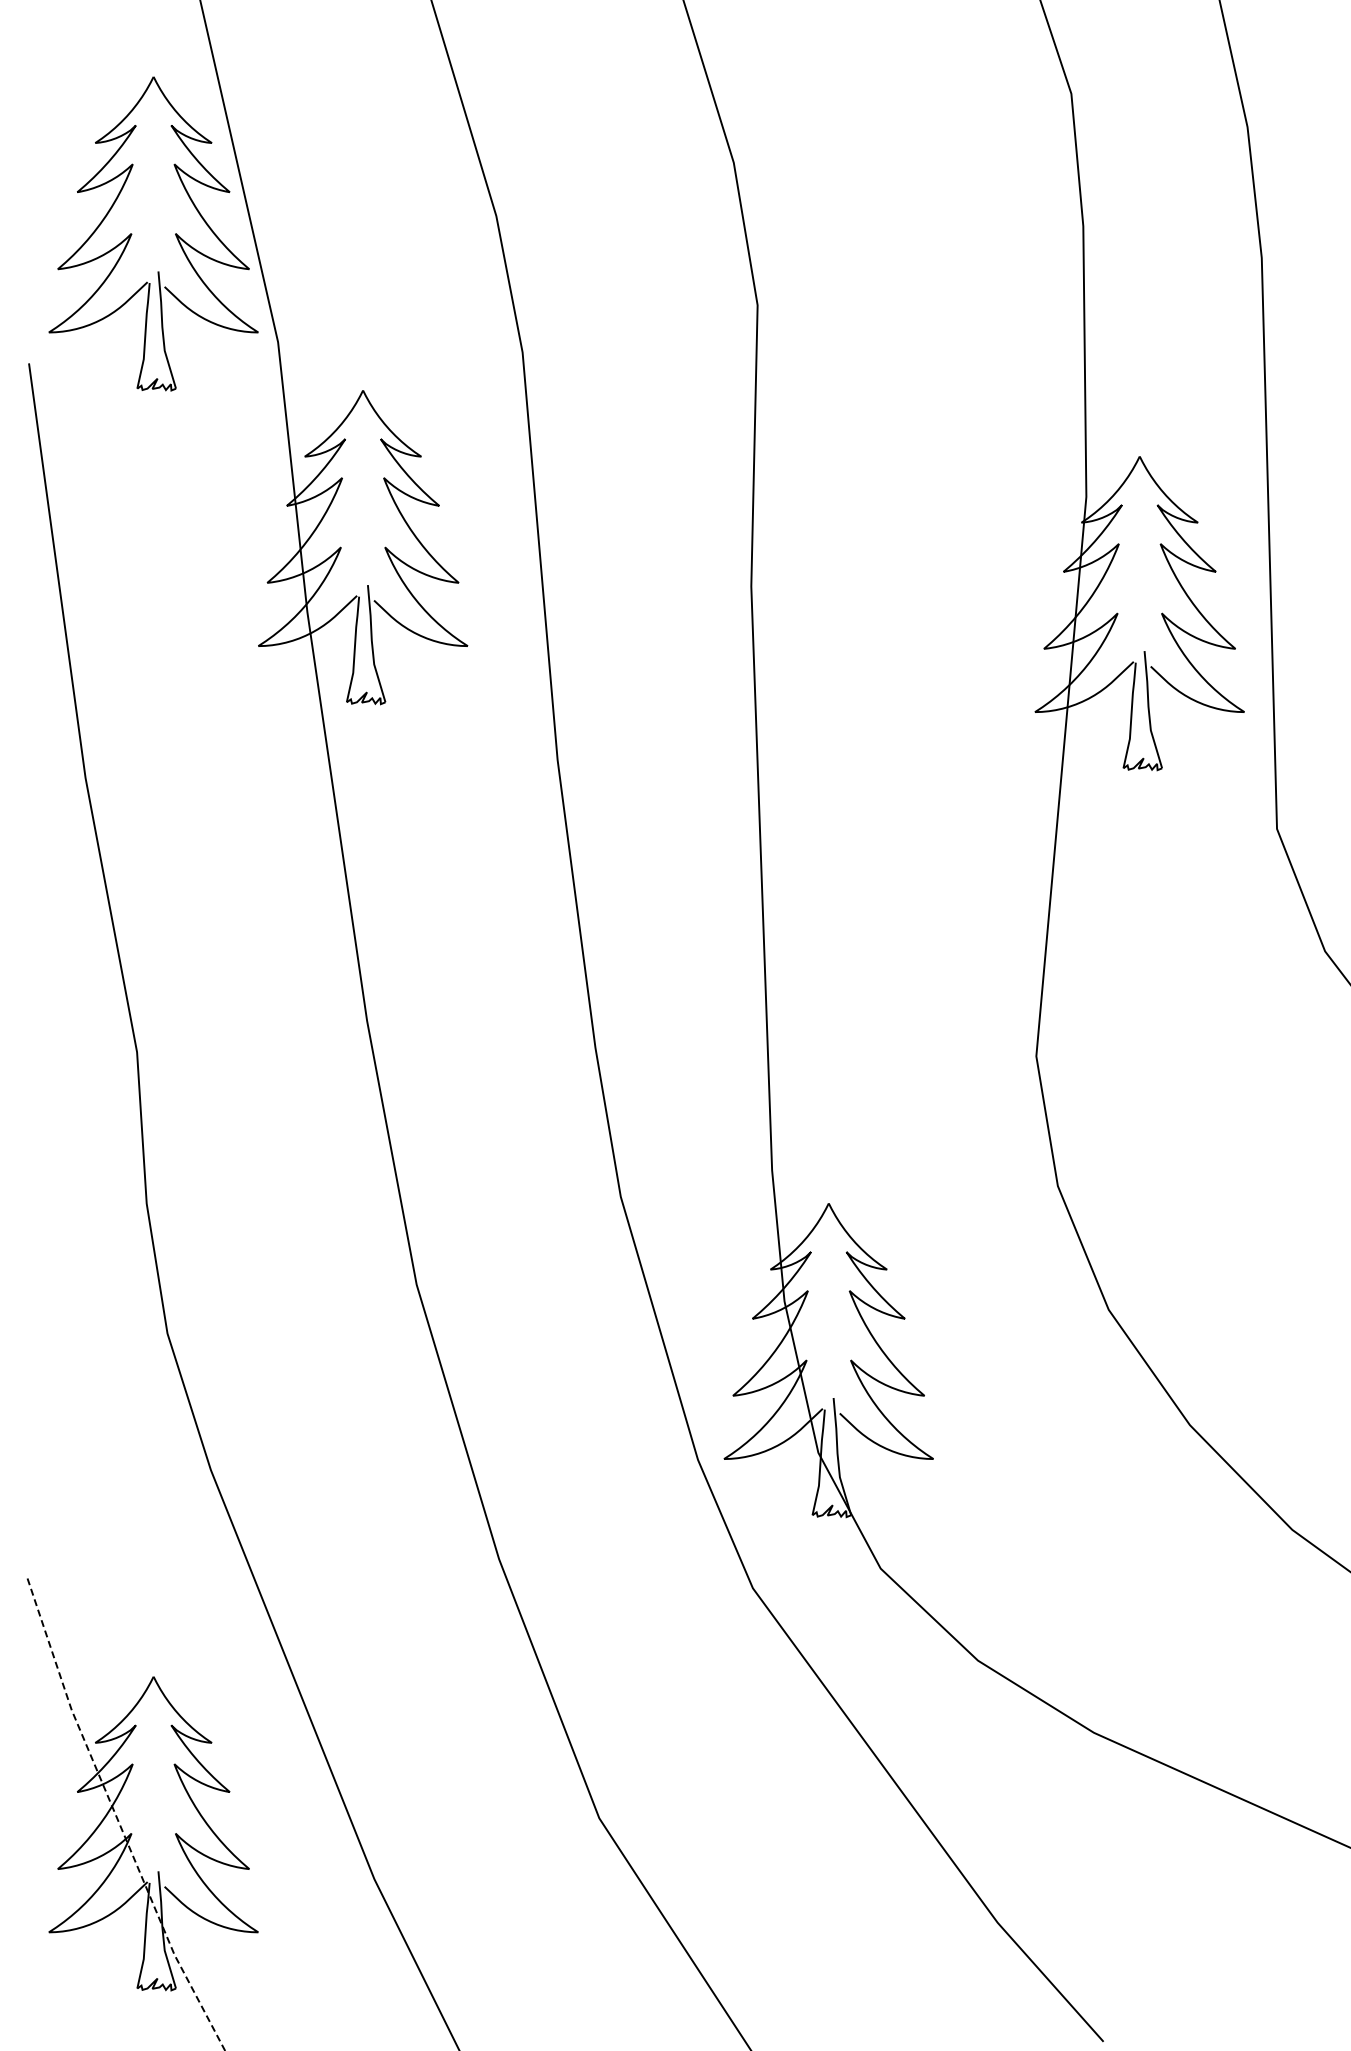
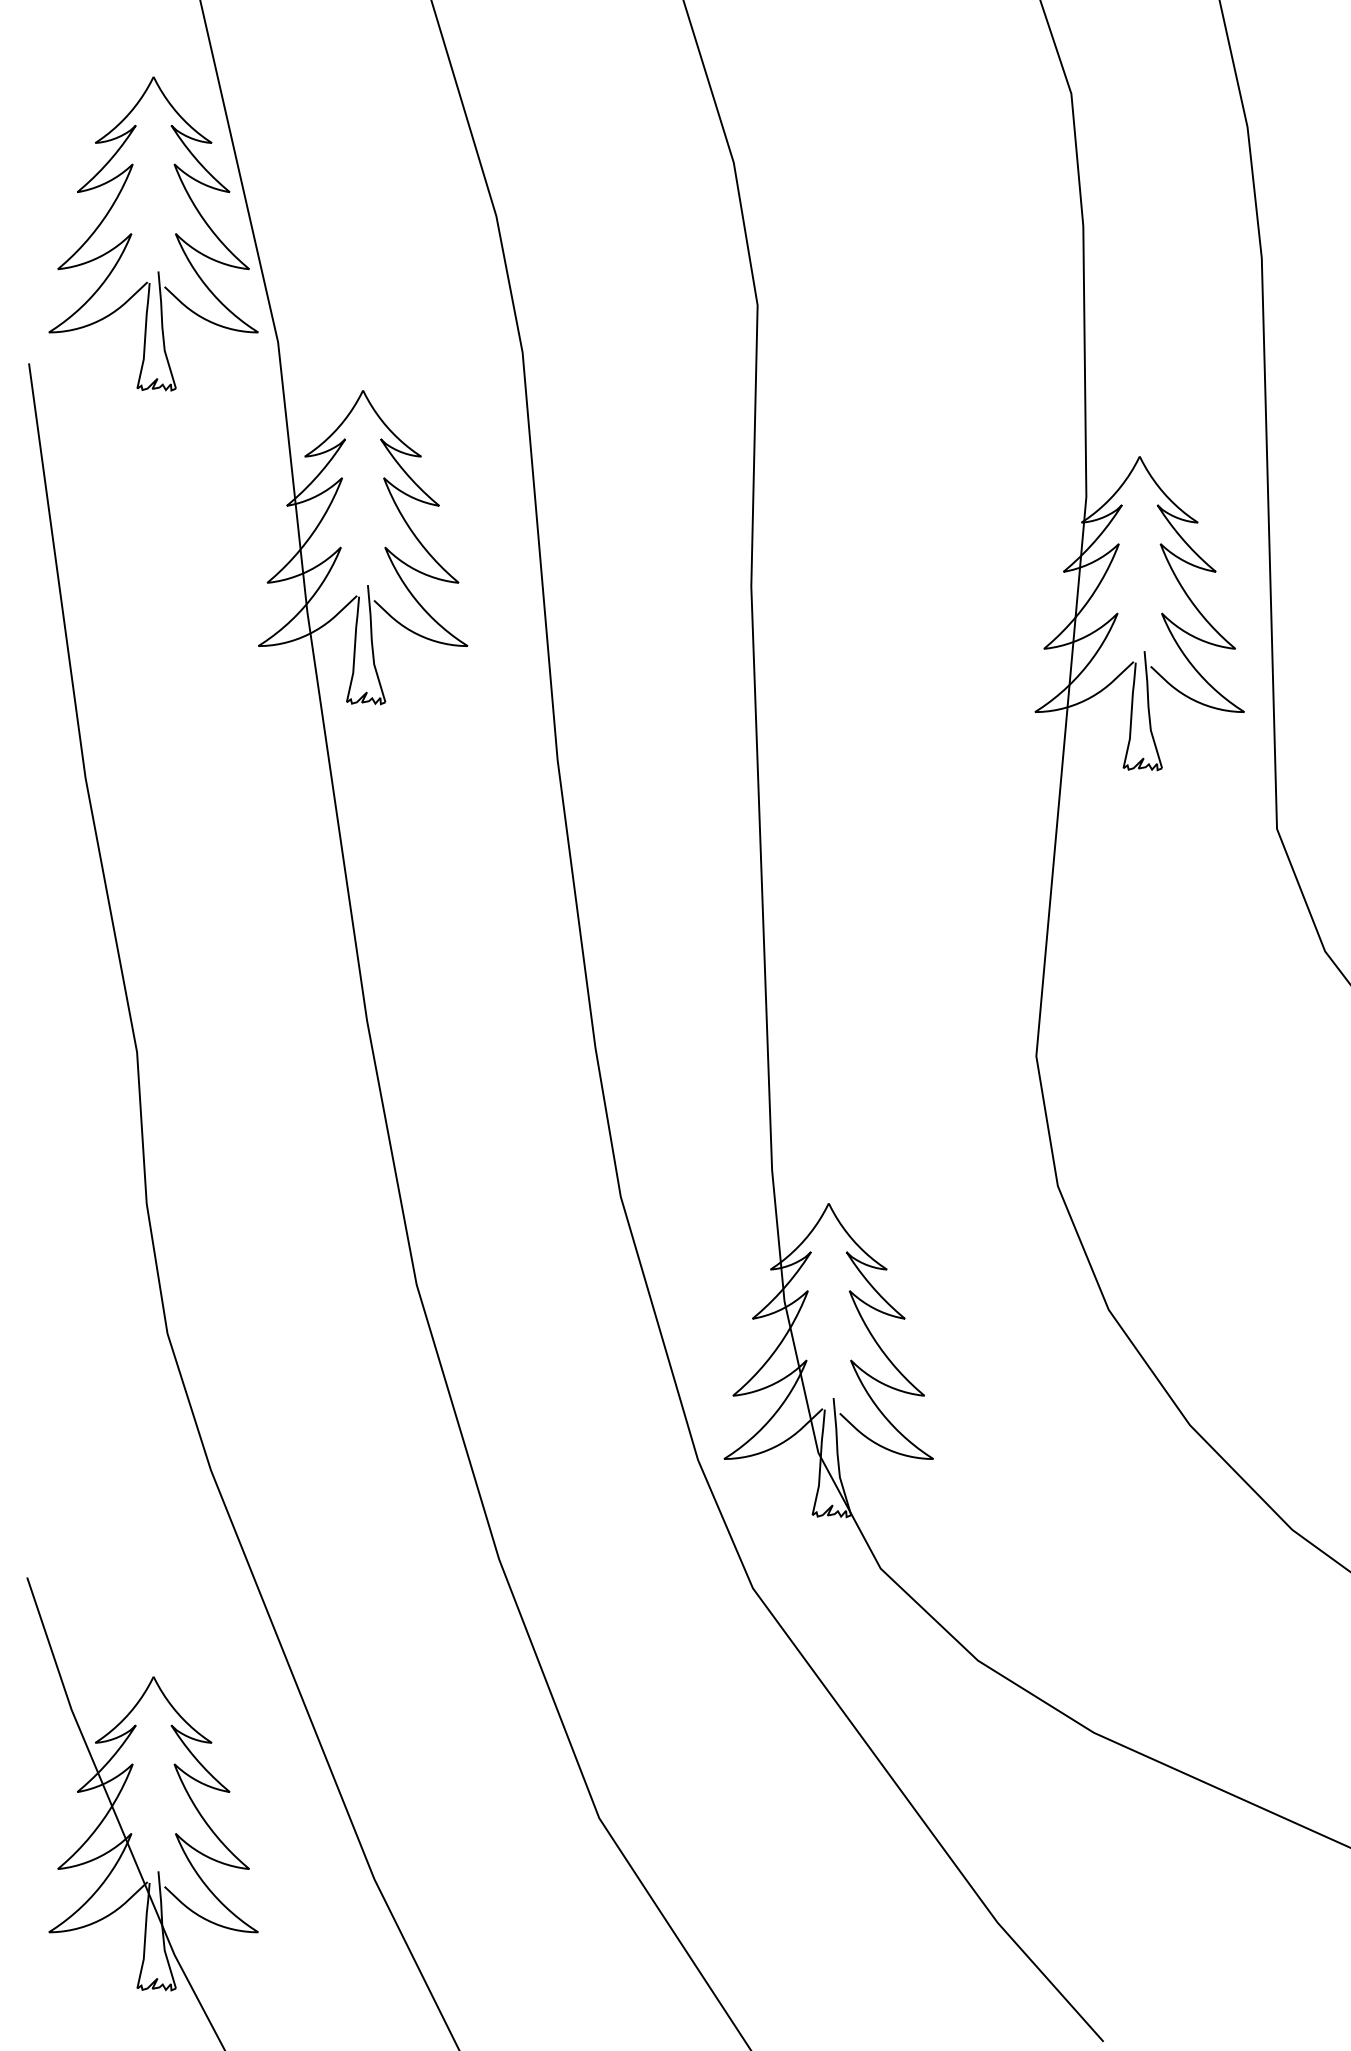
line at (117, 1817): dashed -> solid
